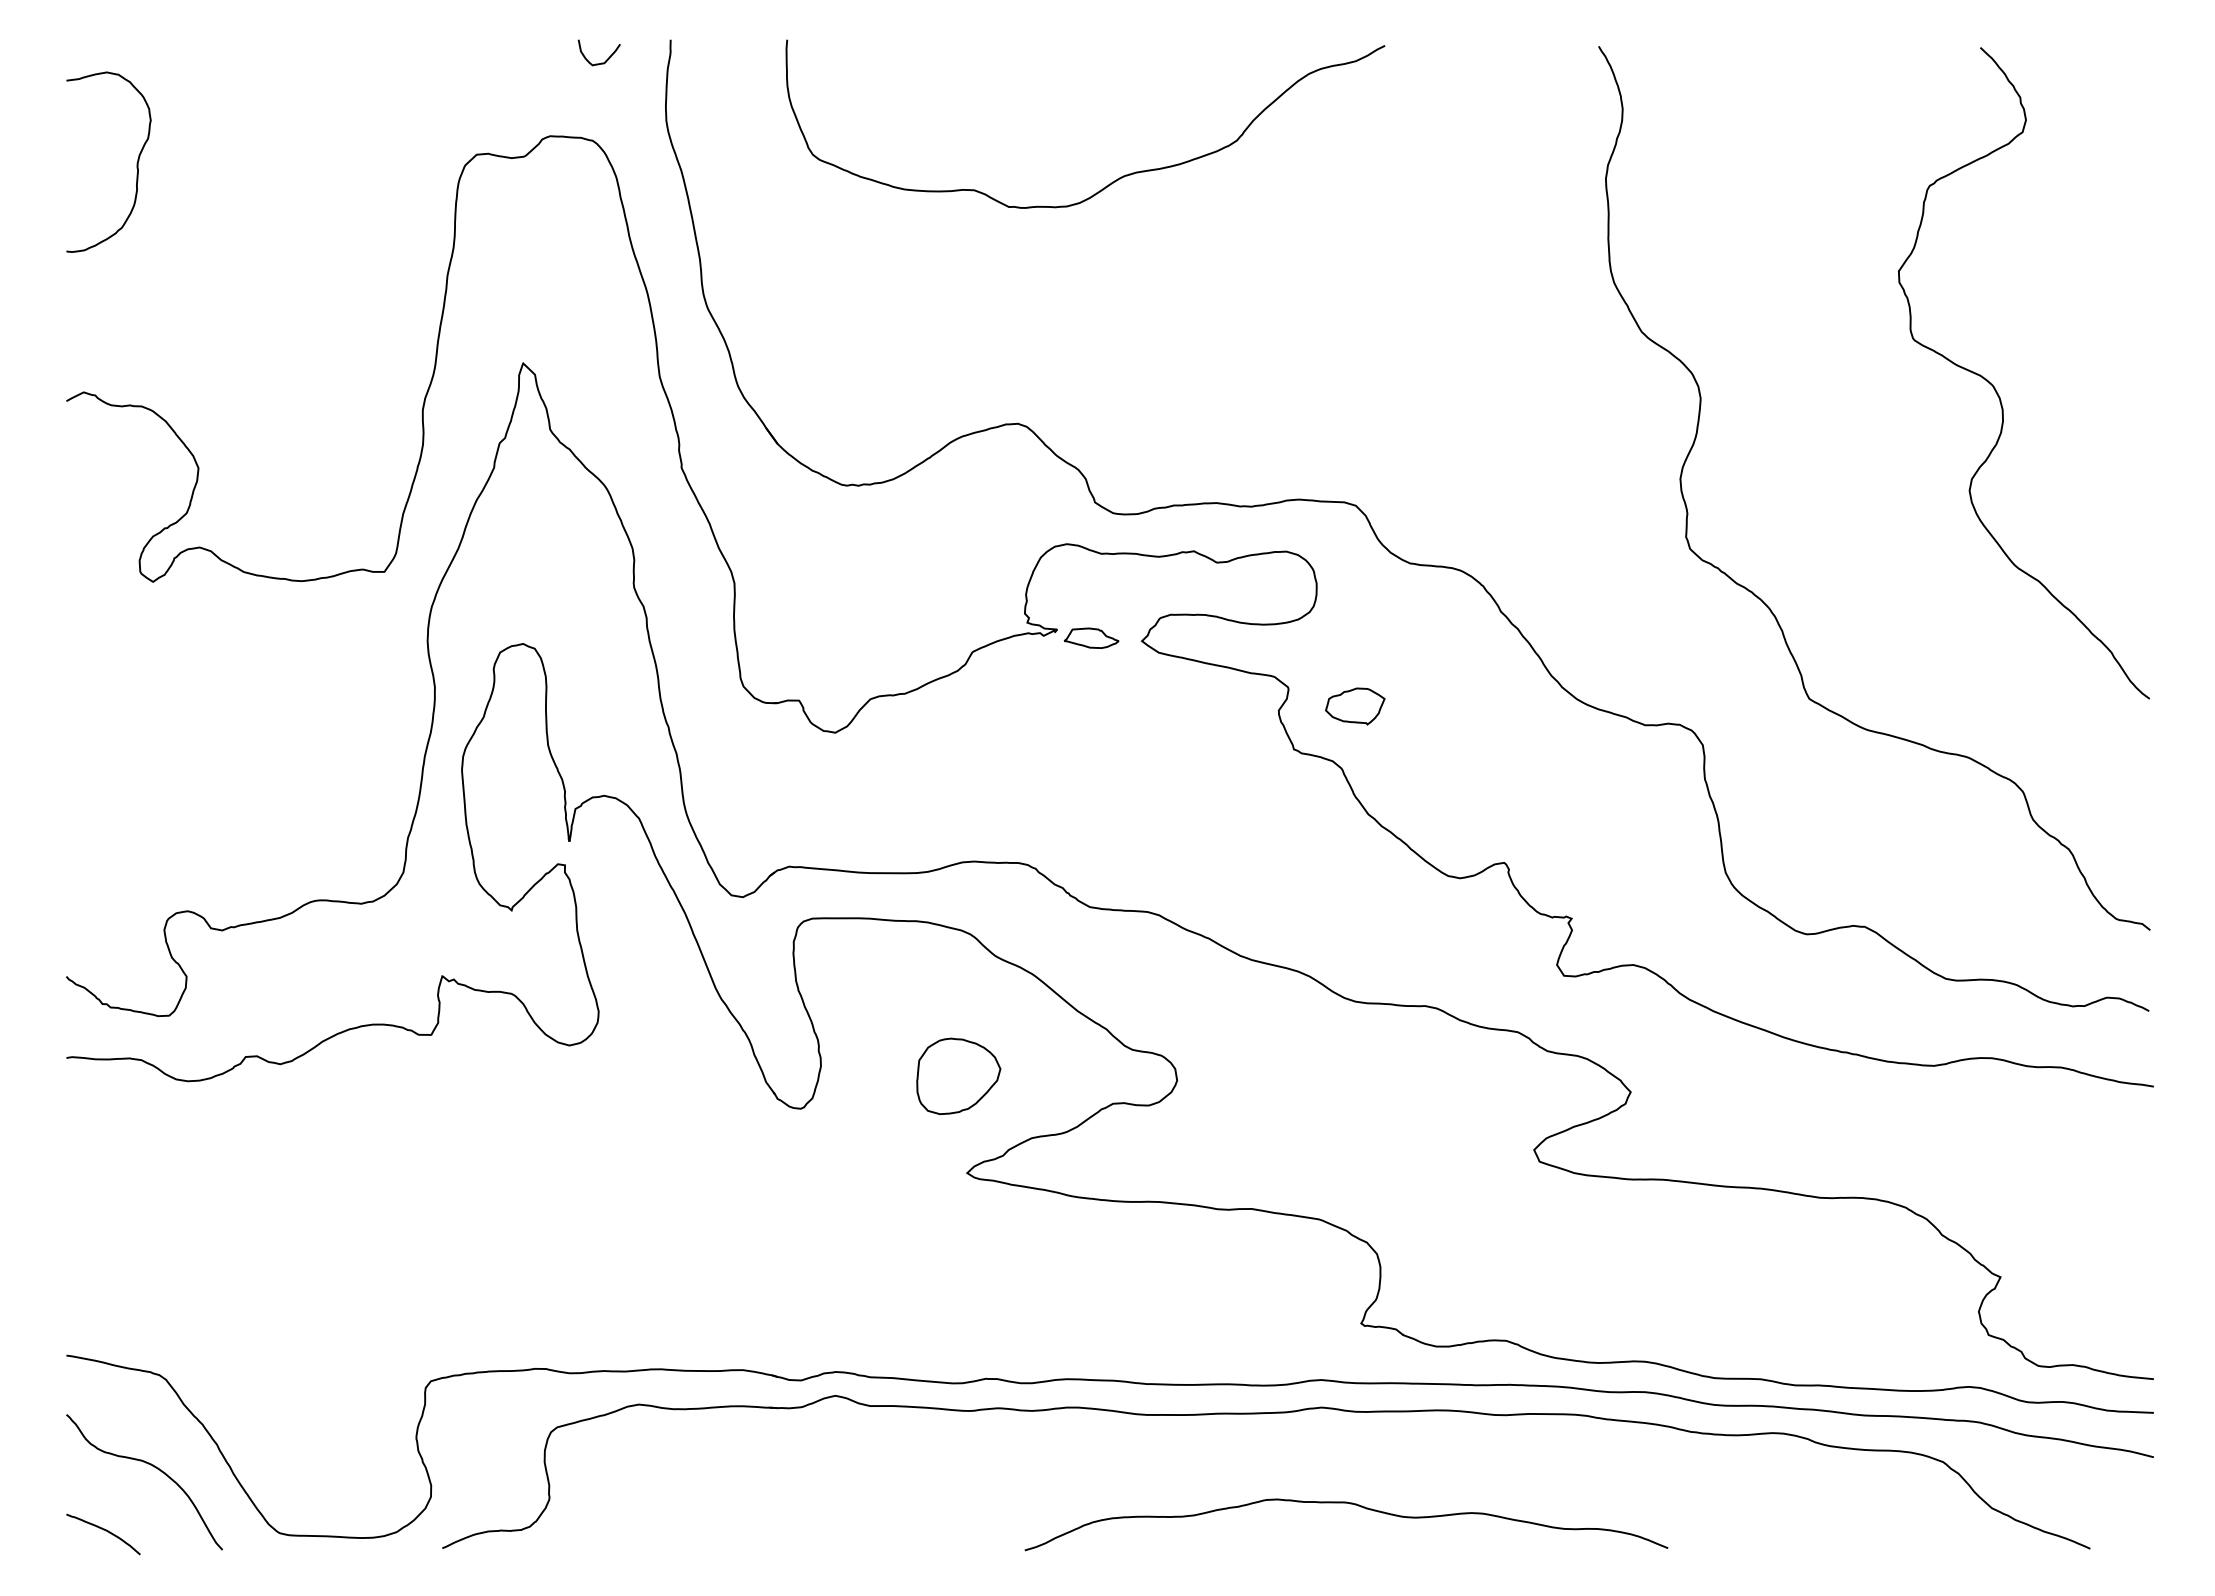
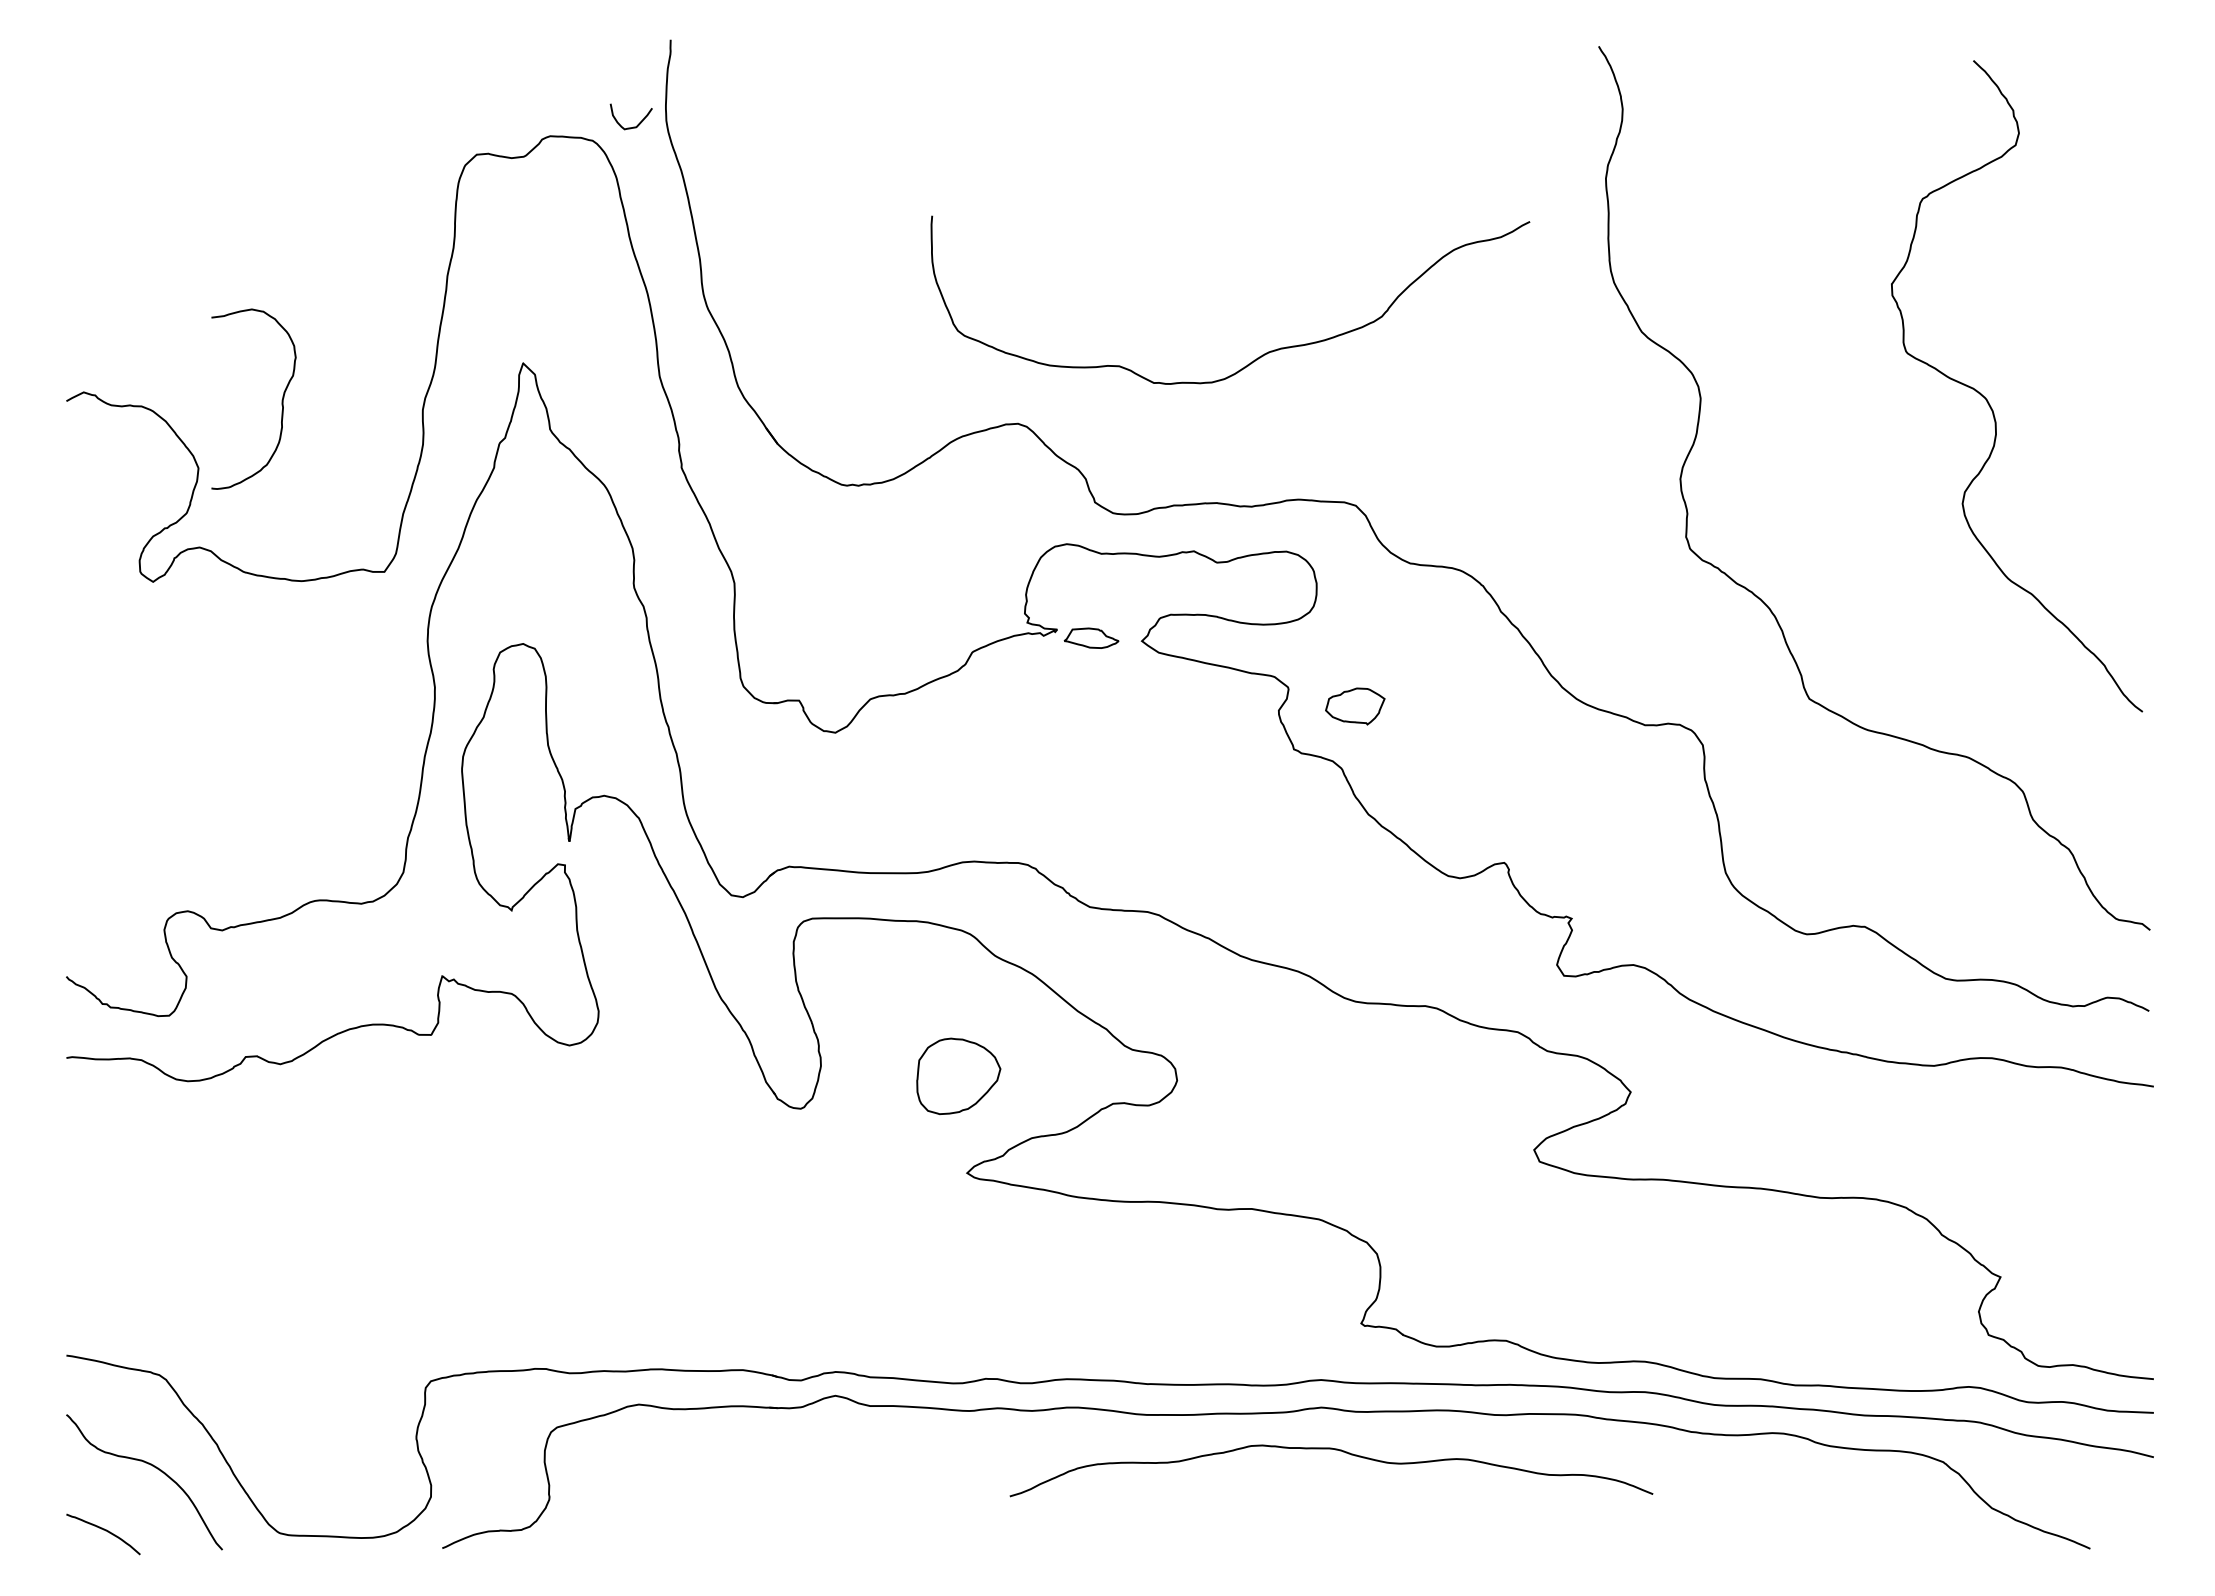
curve at (601, 62) position: (601, 62) -> (633, 126)
curve at (136, 163) position: (136, 163) -> (281, 400)
curve at (1117, 178) position: (1117, 178) -> (1262, 354)
curve at (1996, 389) position: (1996, 389) -> (1989, 402)
curve at (1350, 1504) position: (1350, 1504) -> (1335, 1450)
